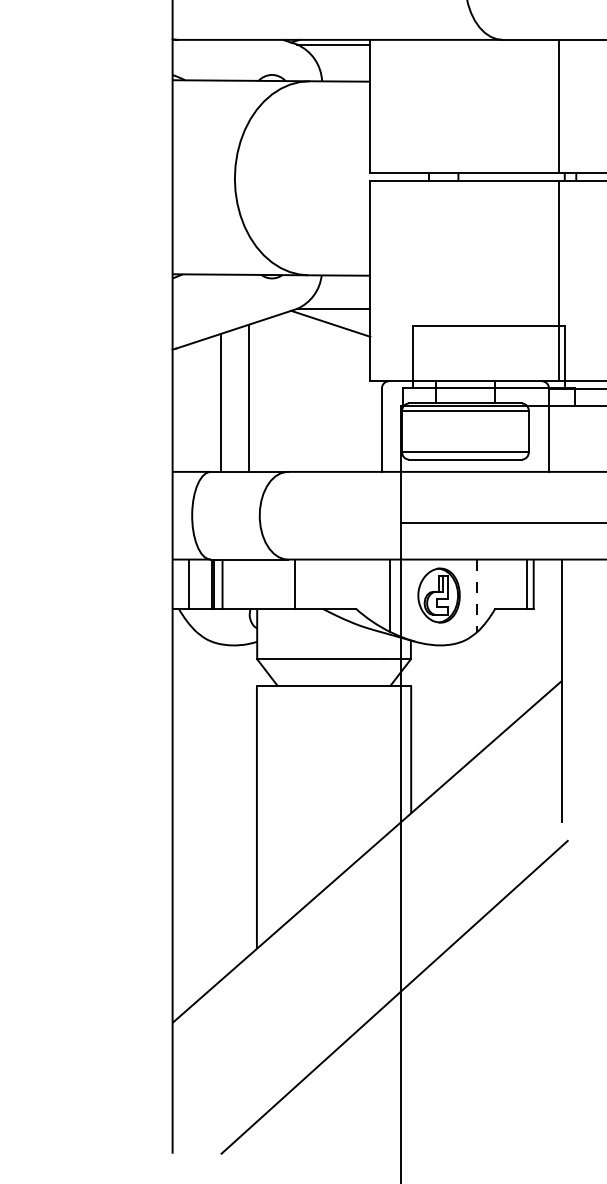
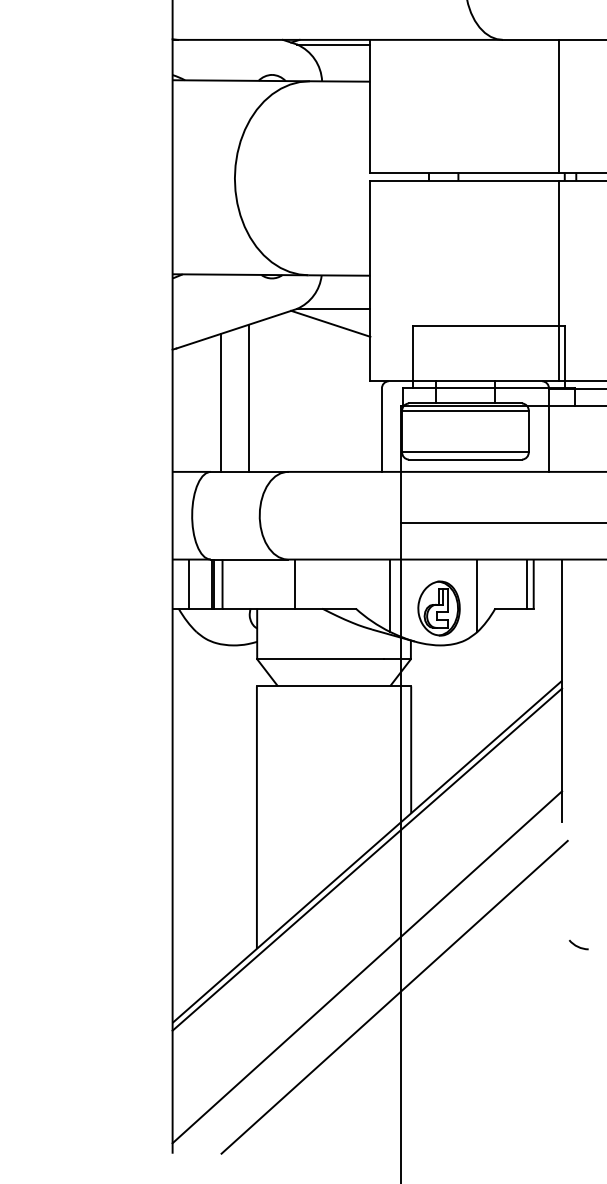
part at (438, 595) position: (438, 595) -> (438, 608)
line at (477, 596): dashed -> solid
line at (367, 859): none -> present
arc at (577, 945): none -> present
line at (367, 967): none -> present
